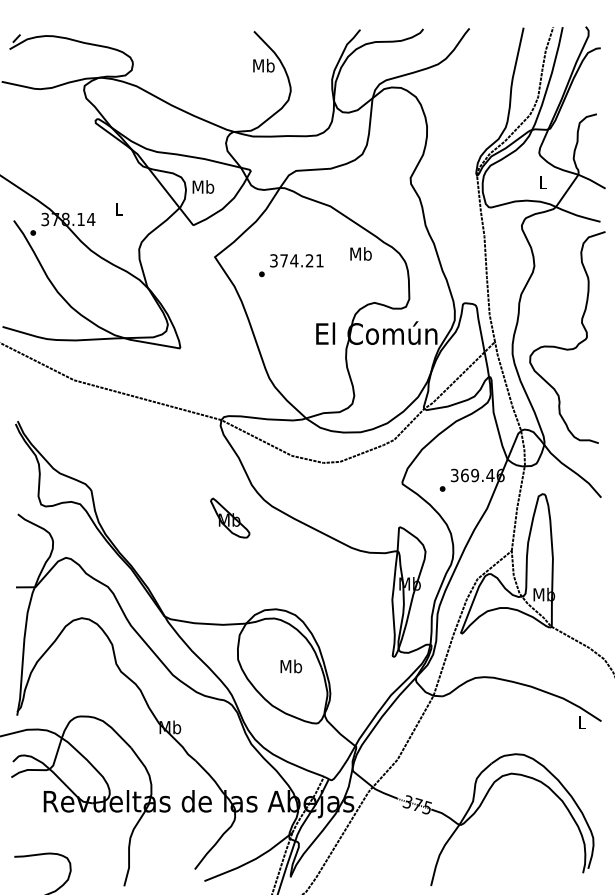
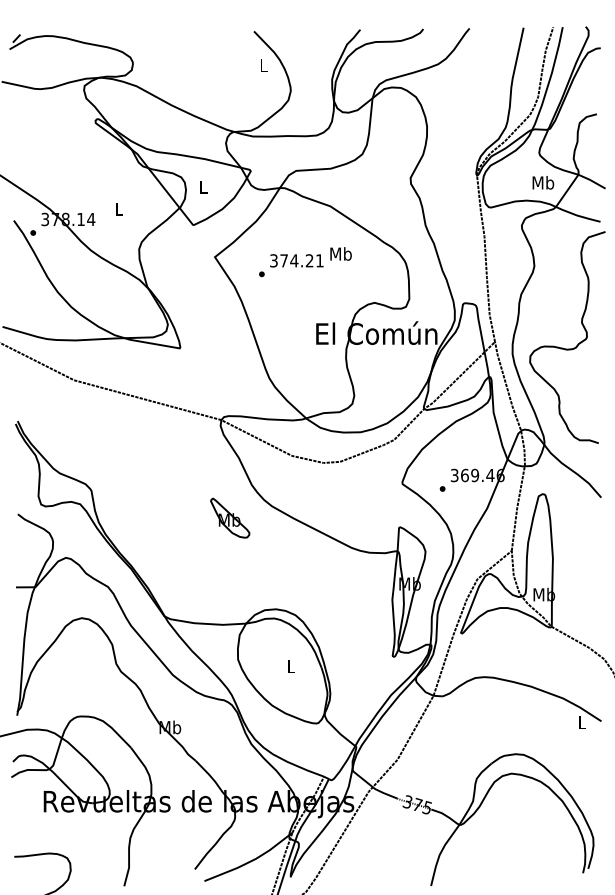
text at (263, 65): Mb -> L
text at (543, 182): L -> Mb
text at (203, 186): Mb -> L
text at (360, 253) position: (360, 253) -> (340, 253)
text at (291, 666): Mb -> L
